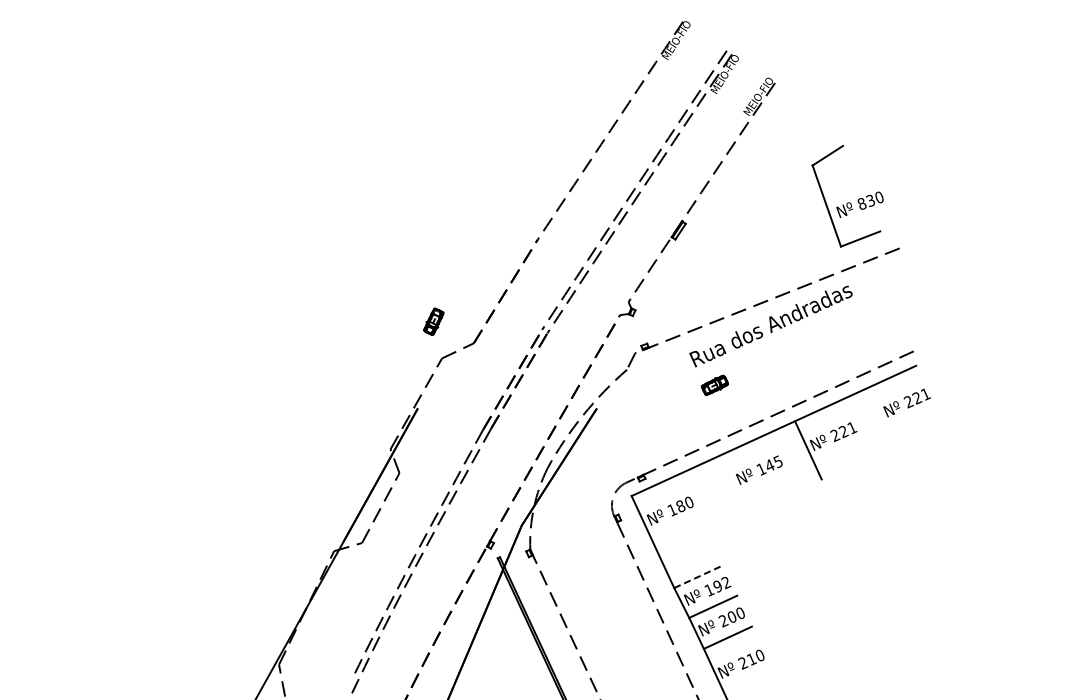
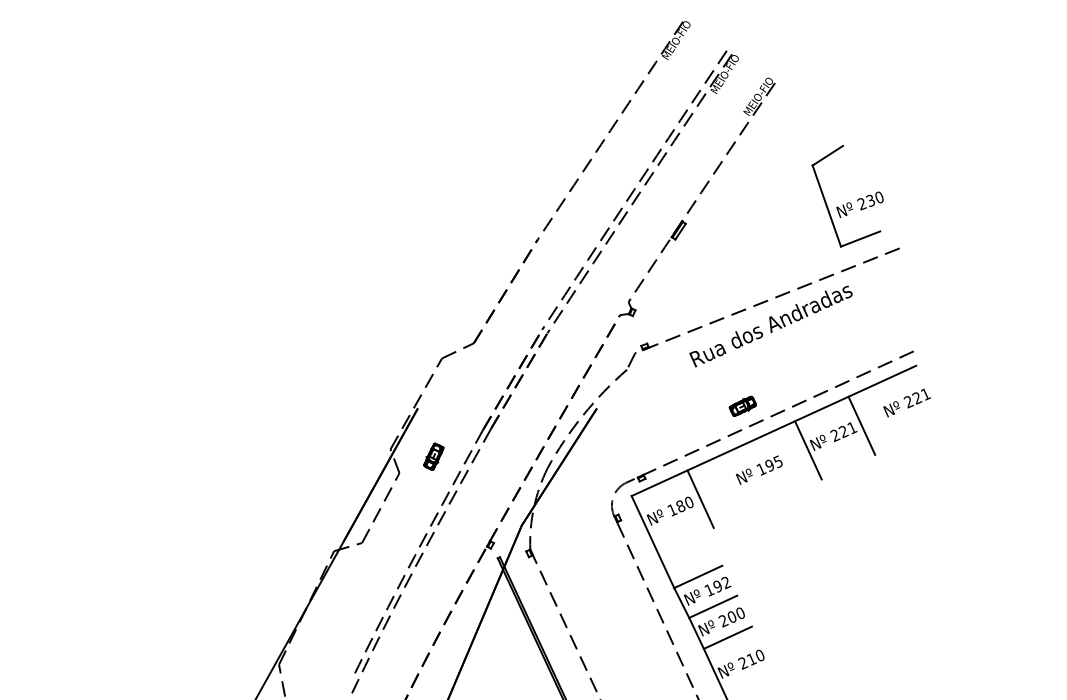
text at (861, 203): 830 -> 230
part at (433, 321) position: (433, 321) -> (433, 456)
part at (714, 384) position: (714, 384) -> (742, 405)
line at (861, 425): none -> present
text at (769, 465): 145 -> 195
line at (700, 498): none -> present
line at (698, 576): dashed -> solid
